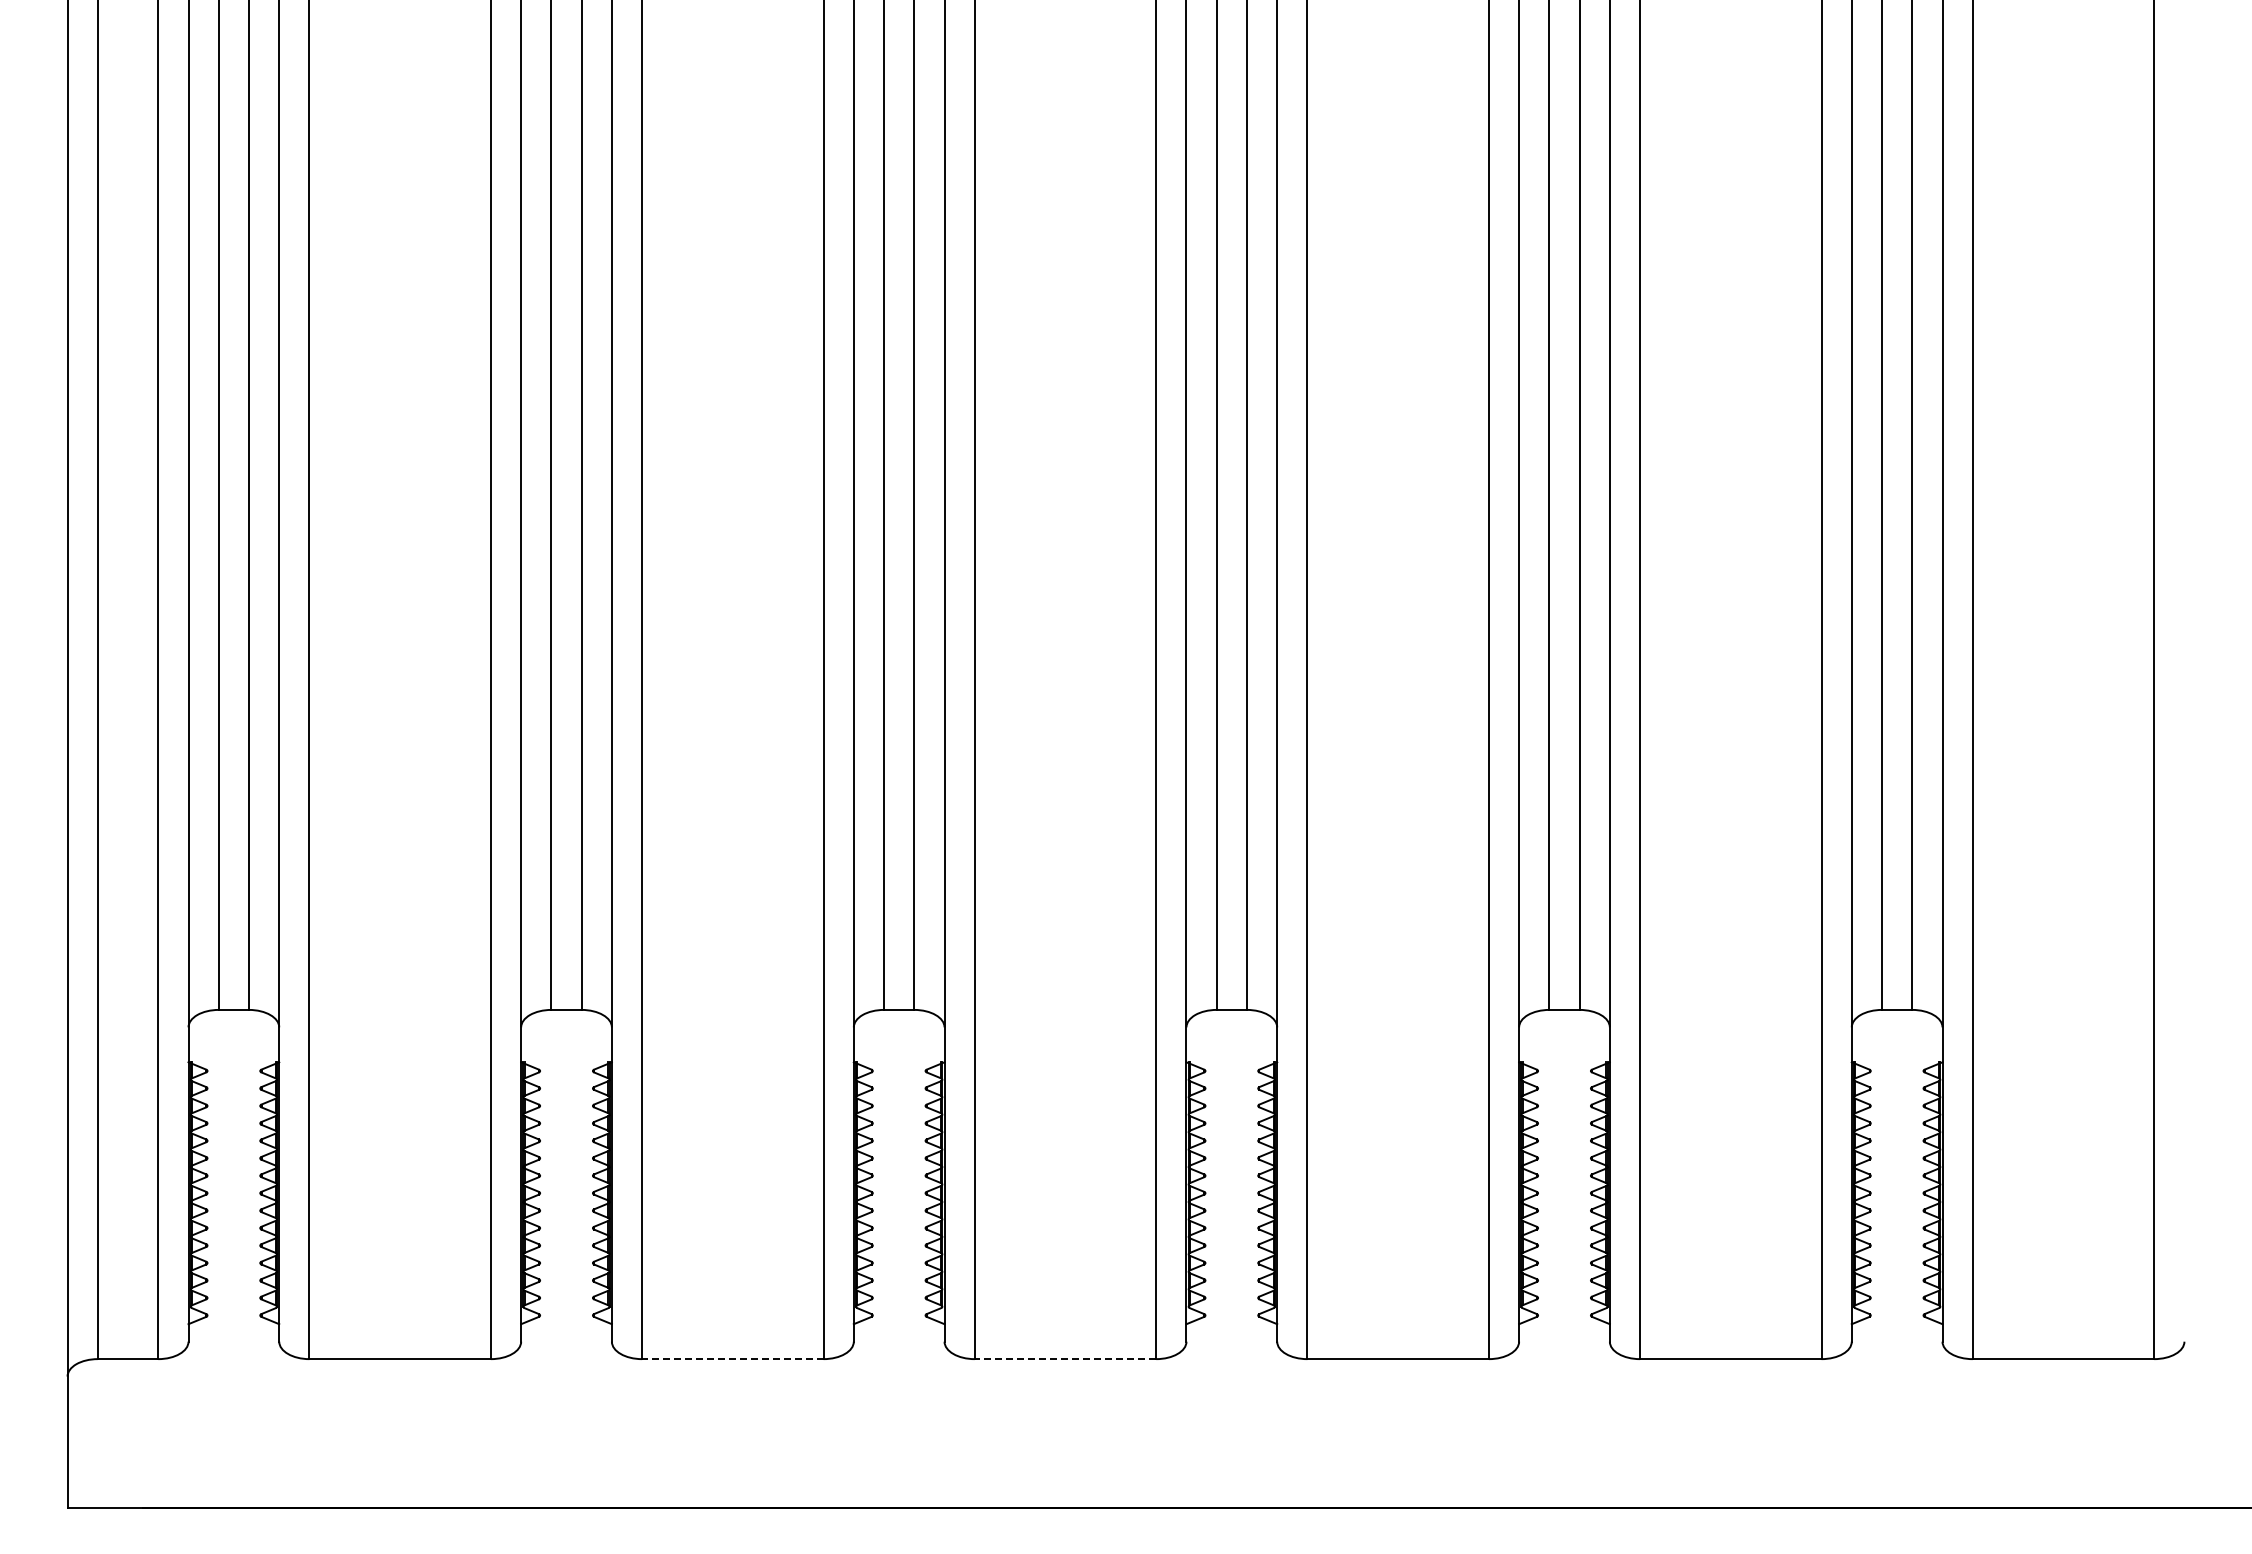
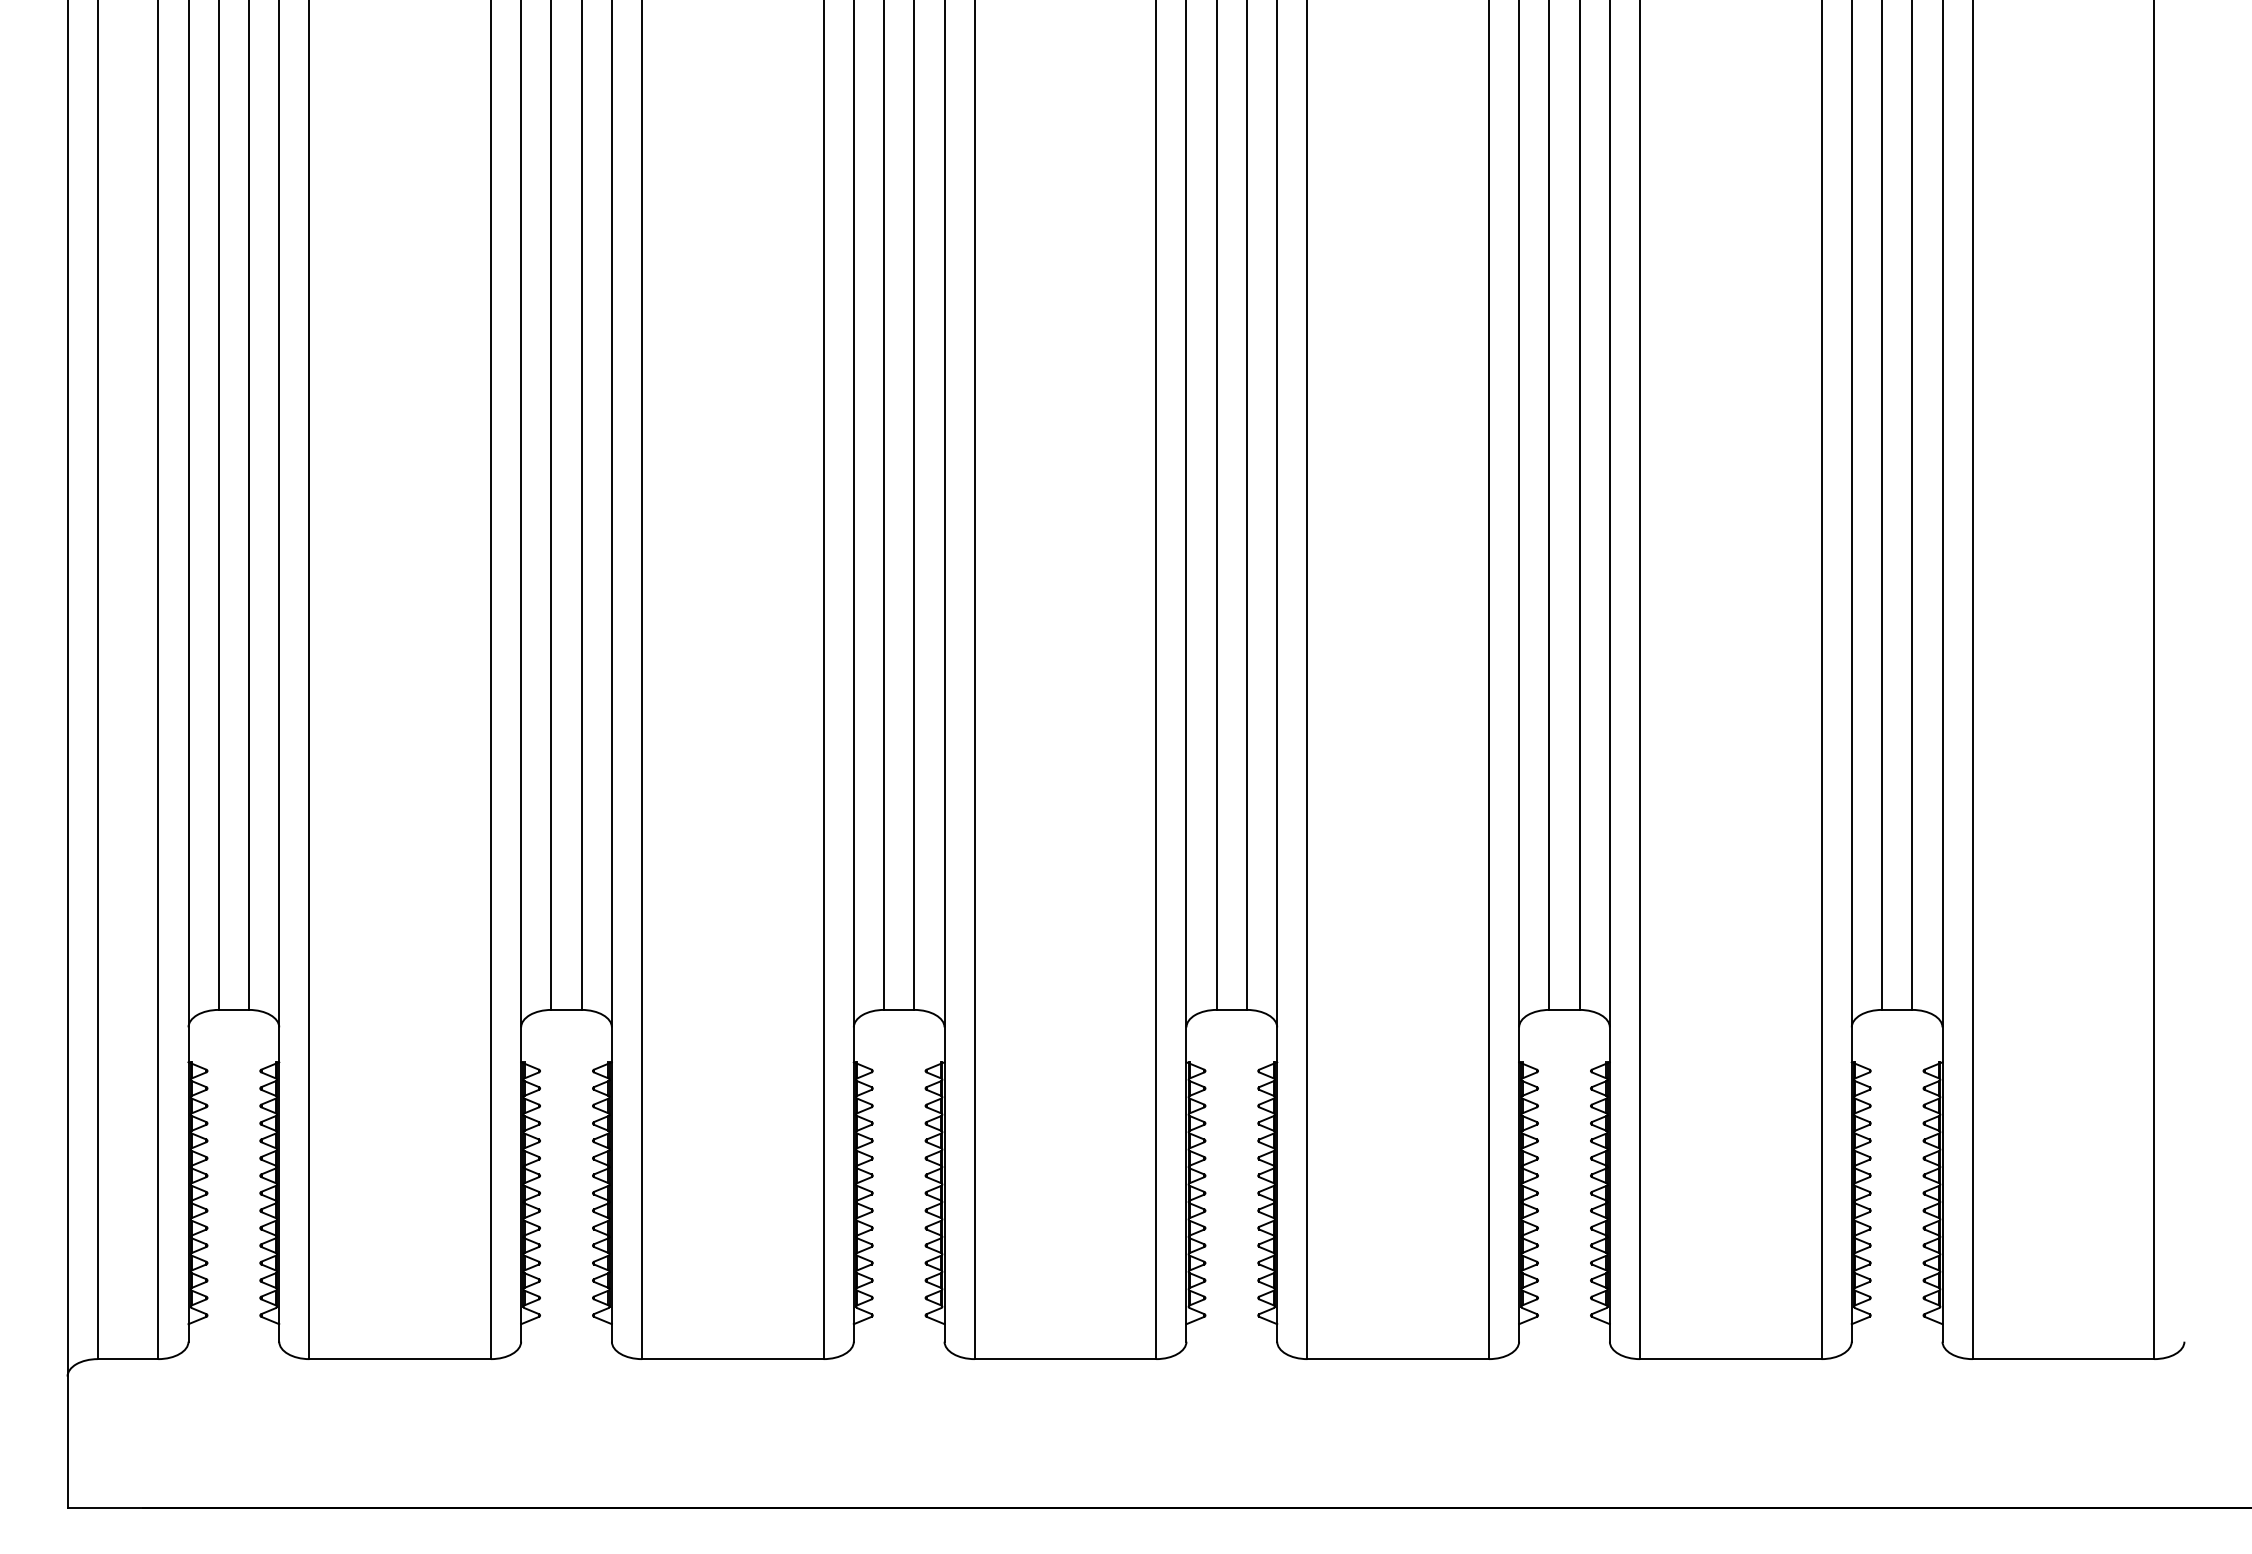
line at (732, 1359): dashed -> solid
line at (1065, 1359): dashed -> solid
